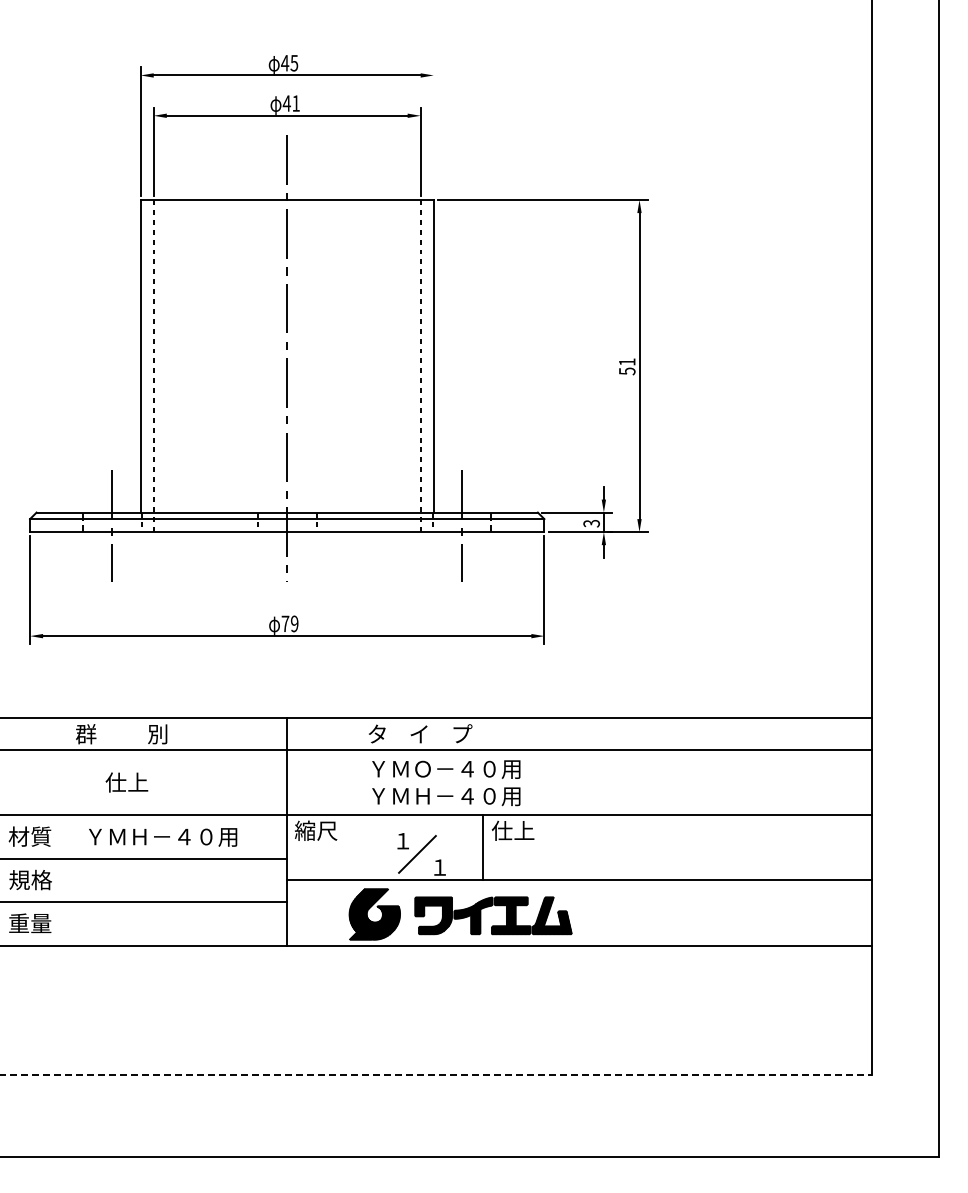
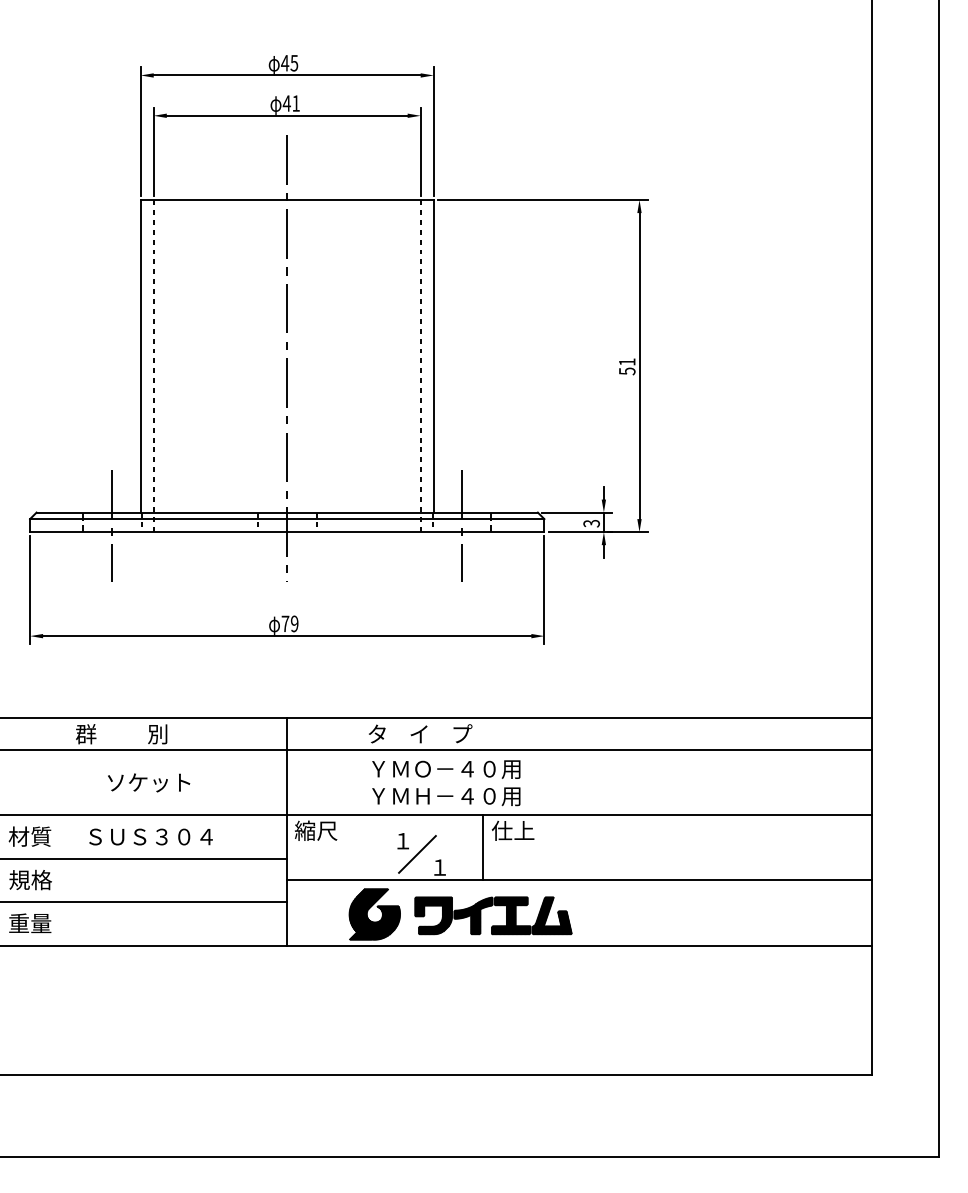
line at (433, 131): none -> present
text at (147, 782): 仕上 -> ソケット
text at (163, 837): ＹＭＨ－４０用 -> ＳＵＳ３０４
line at (436, 1075): dashed -> solid
